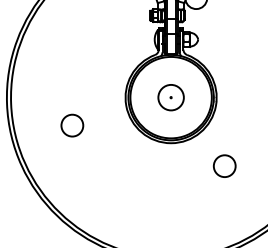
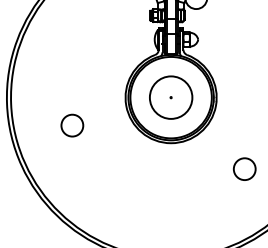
circle at (170, 97) diameter: 26 px -> 43 px
circle at (224, 165) position: (224, 165) -> (244, 168)
